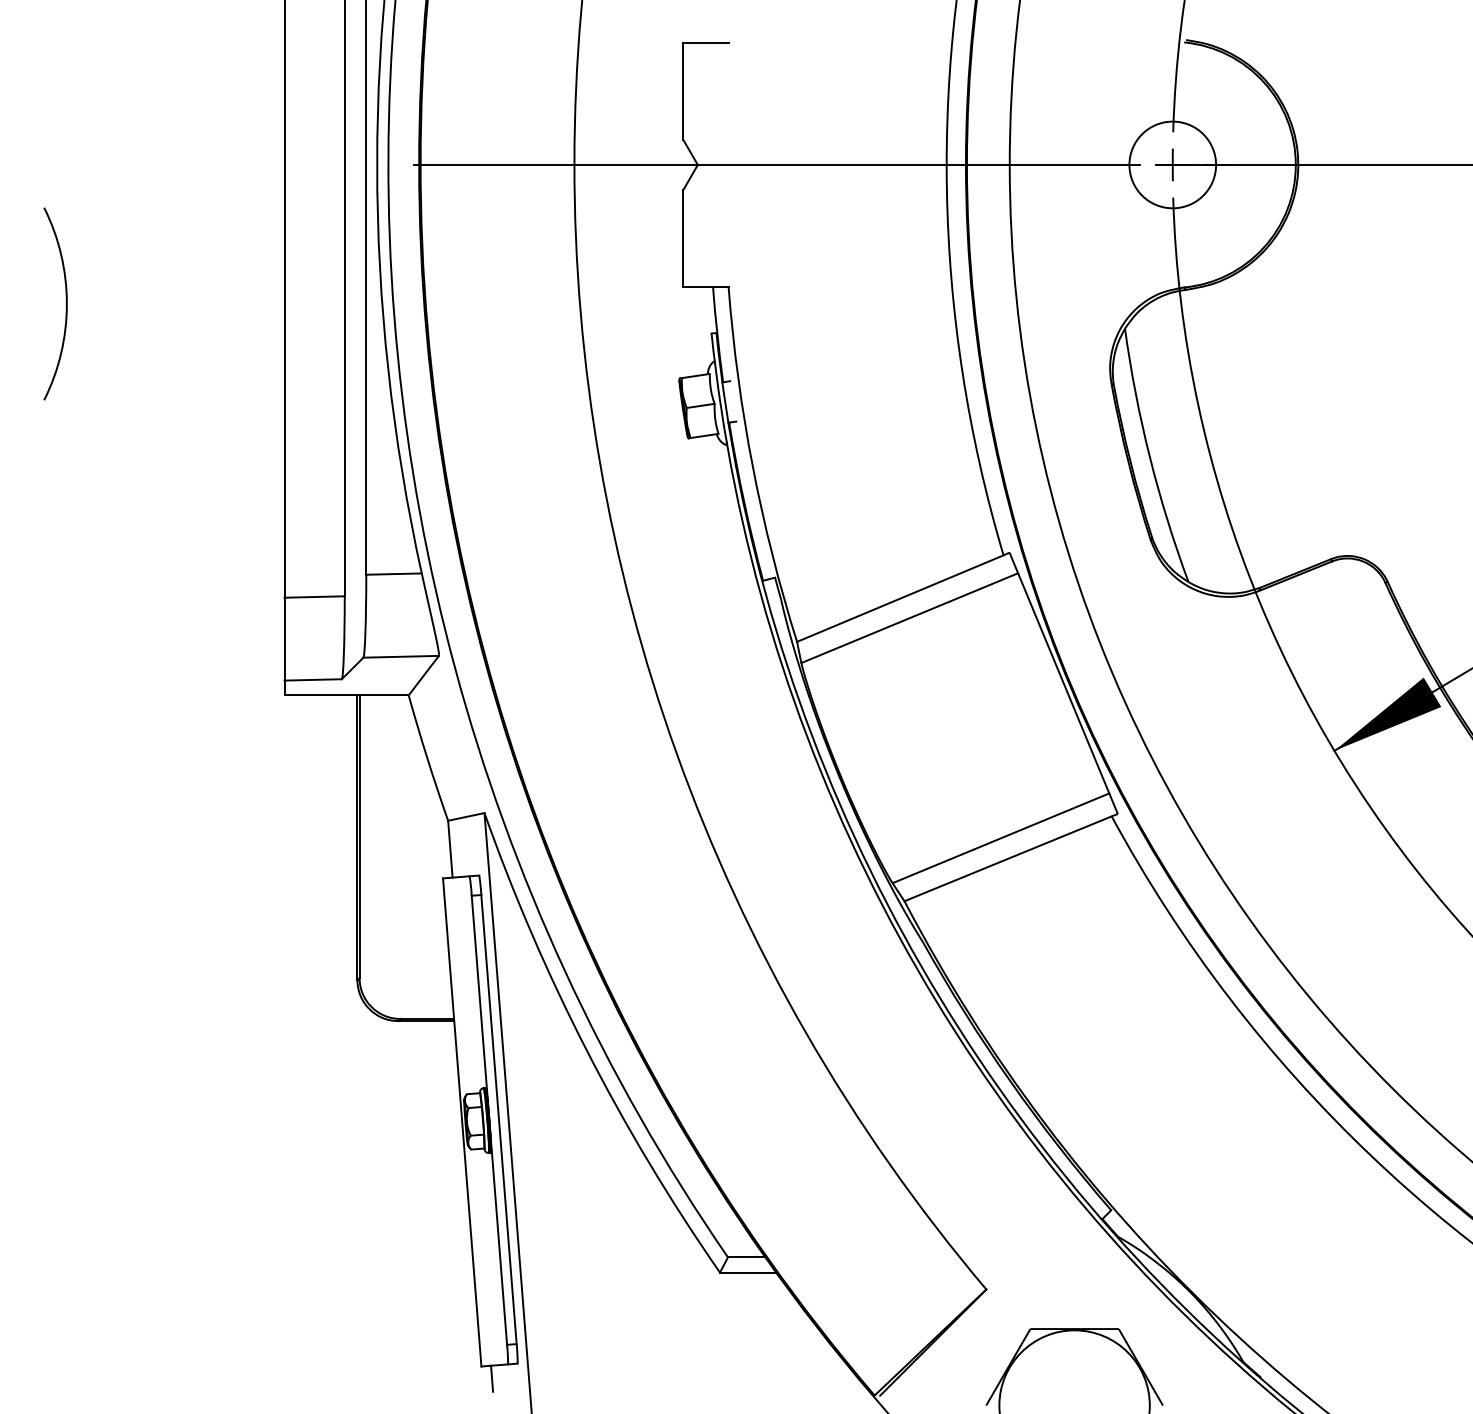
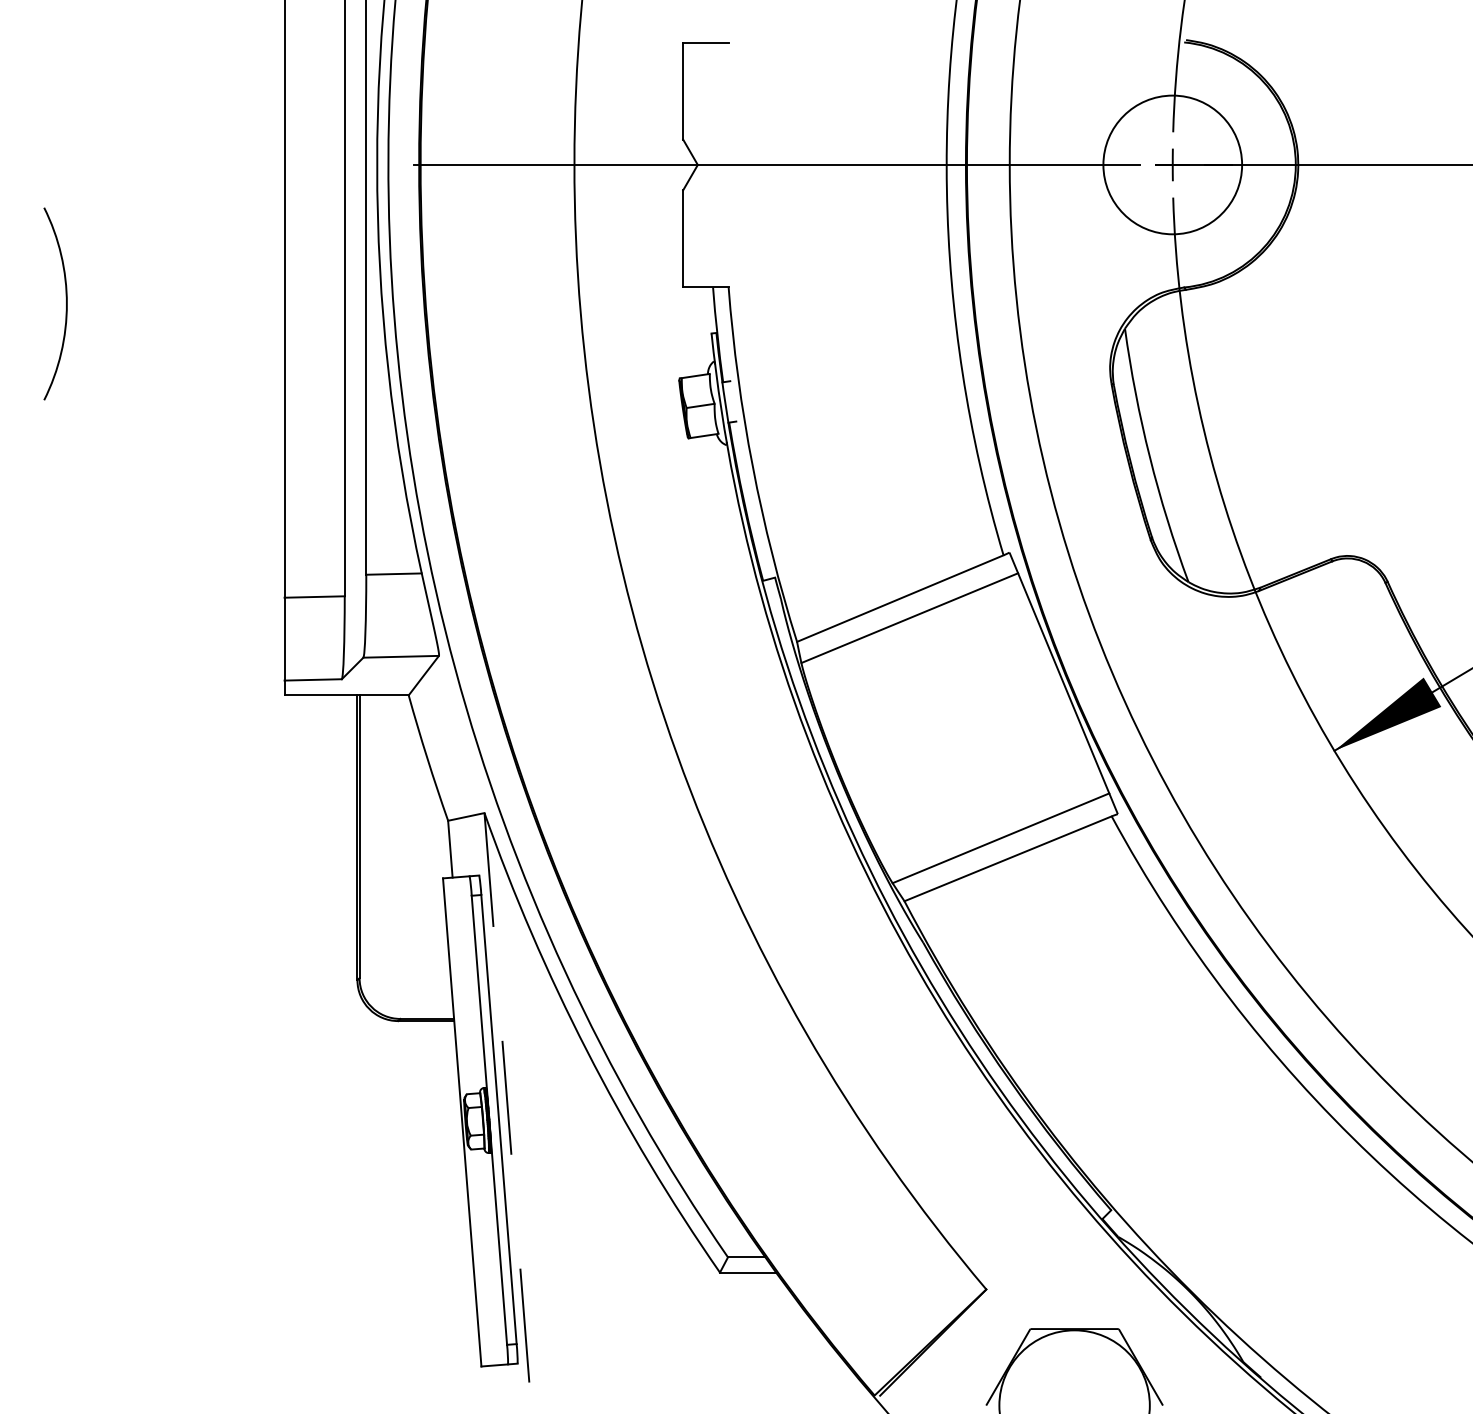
circle at (1172, 164) diameter: 87 px -> 139 px
line at (508, 1113): solid -> dashed
line at (492, 1378): present -> none
